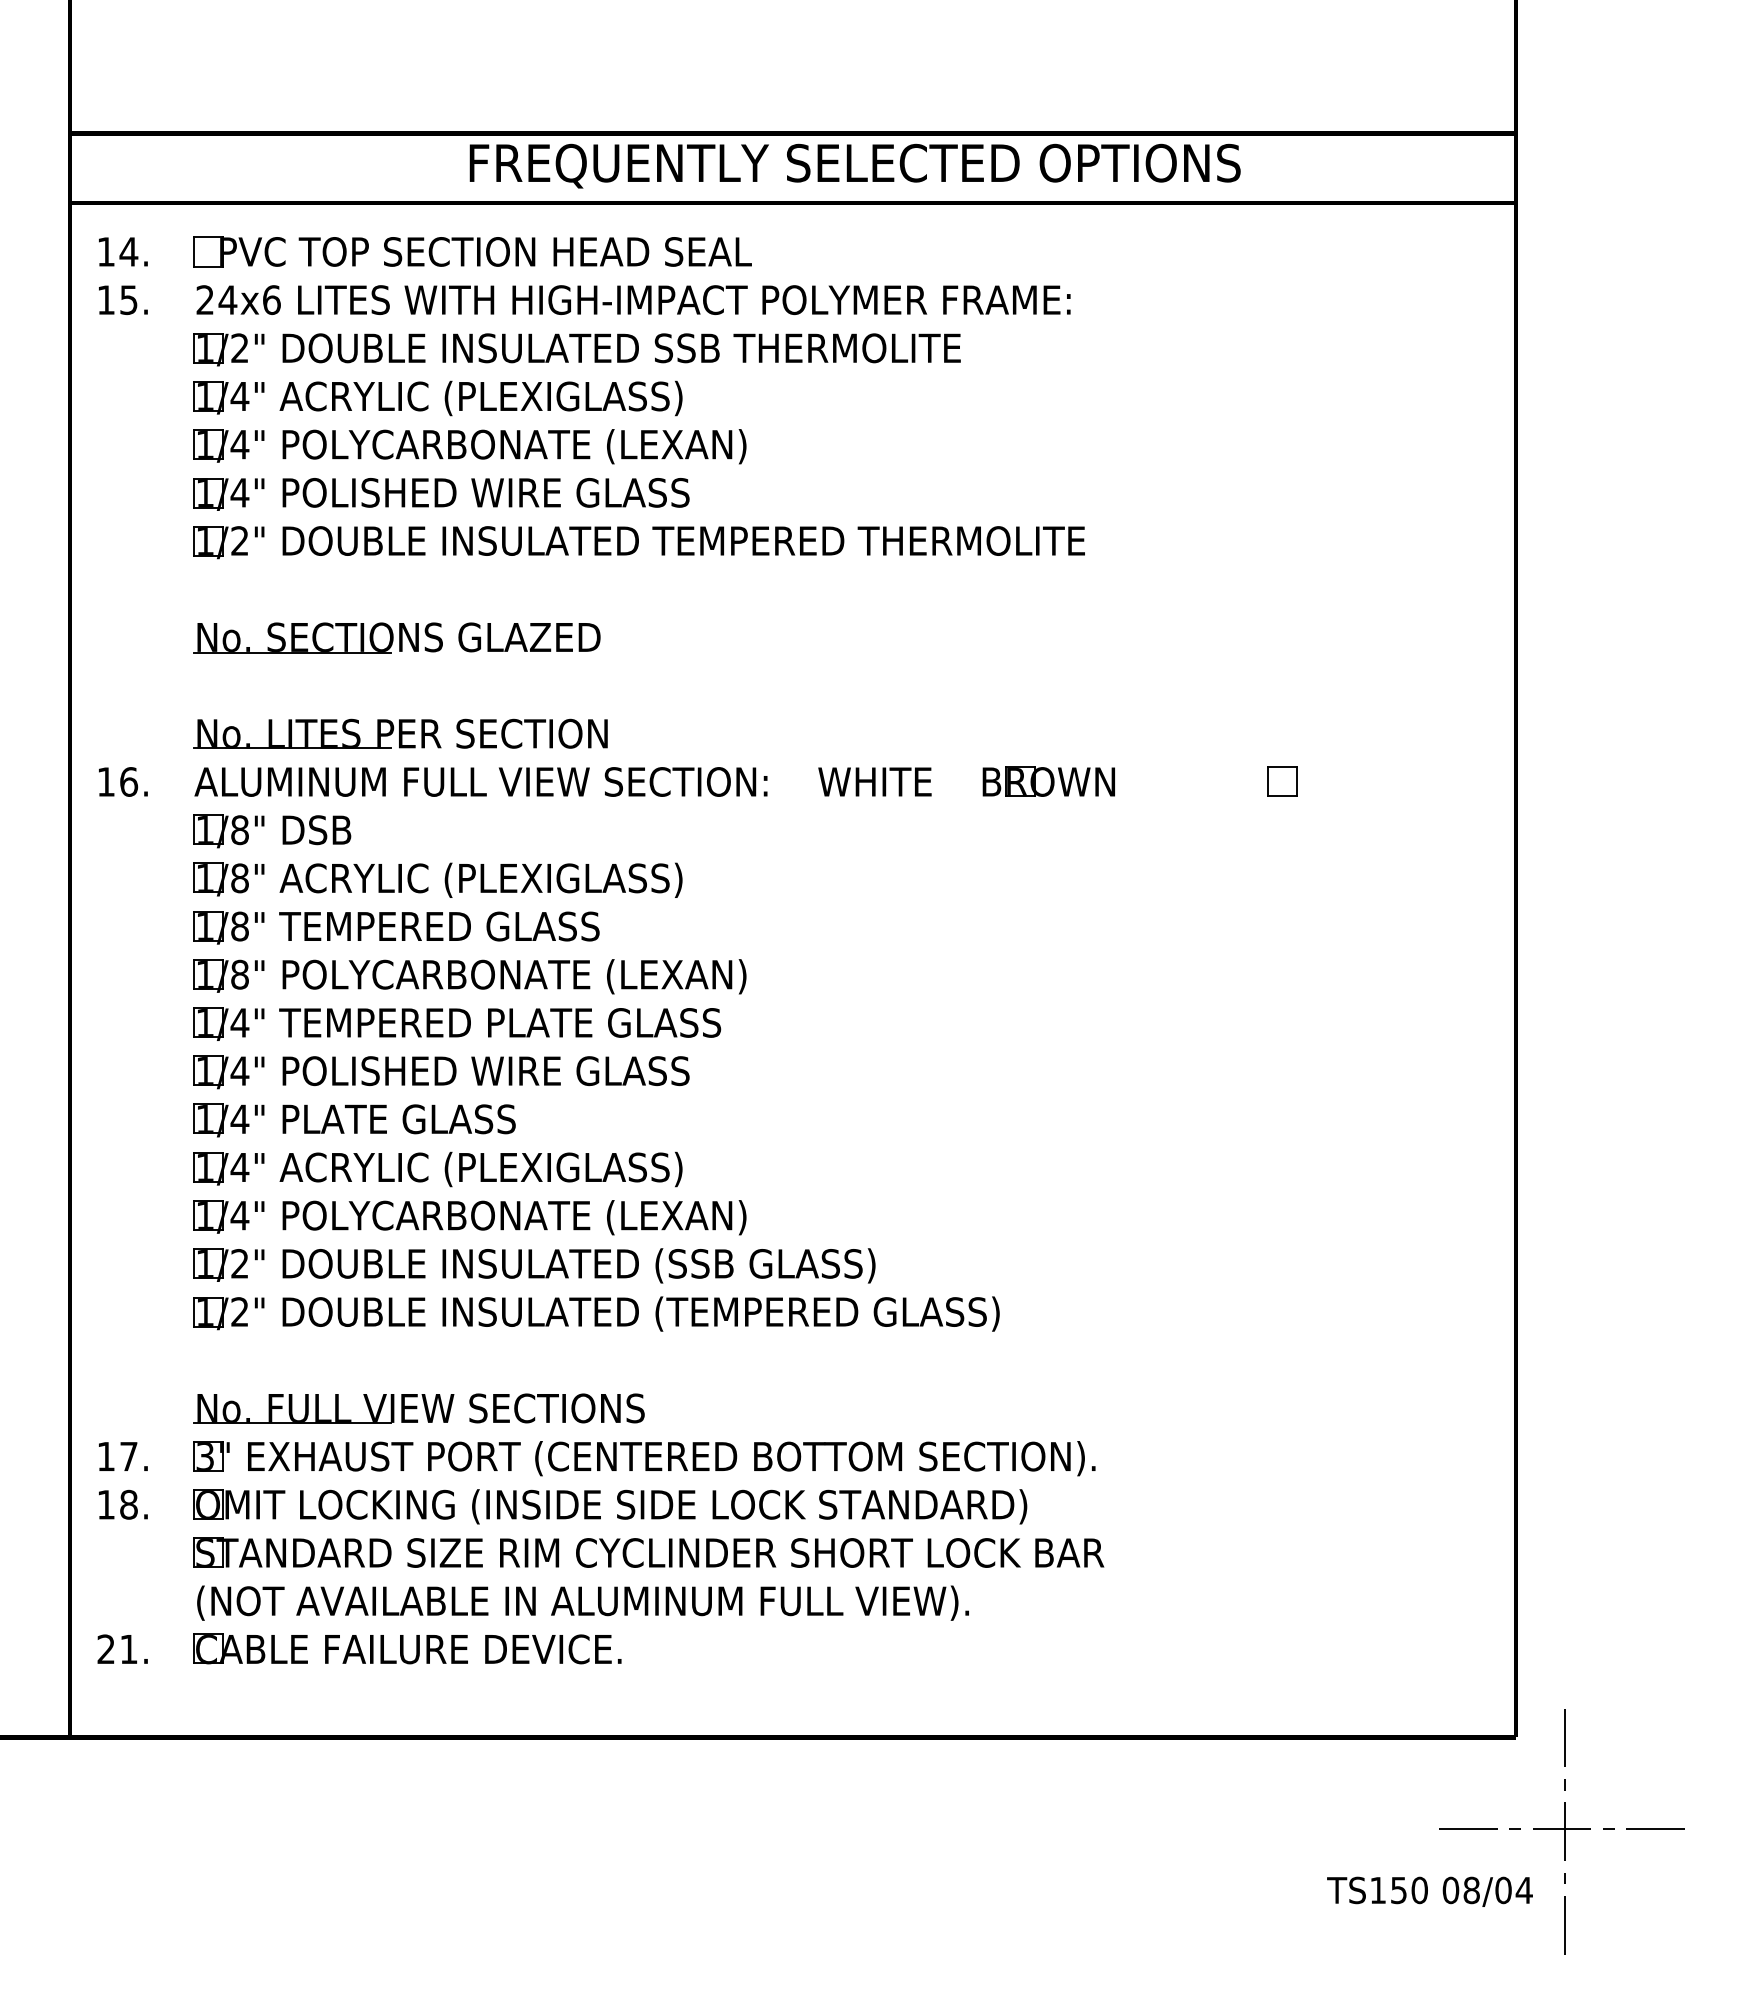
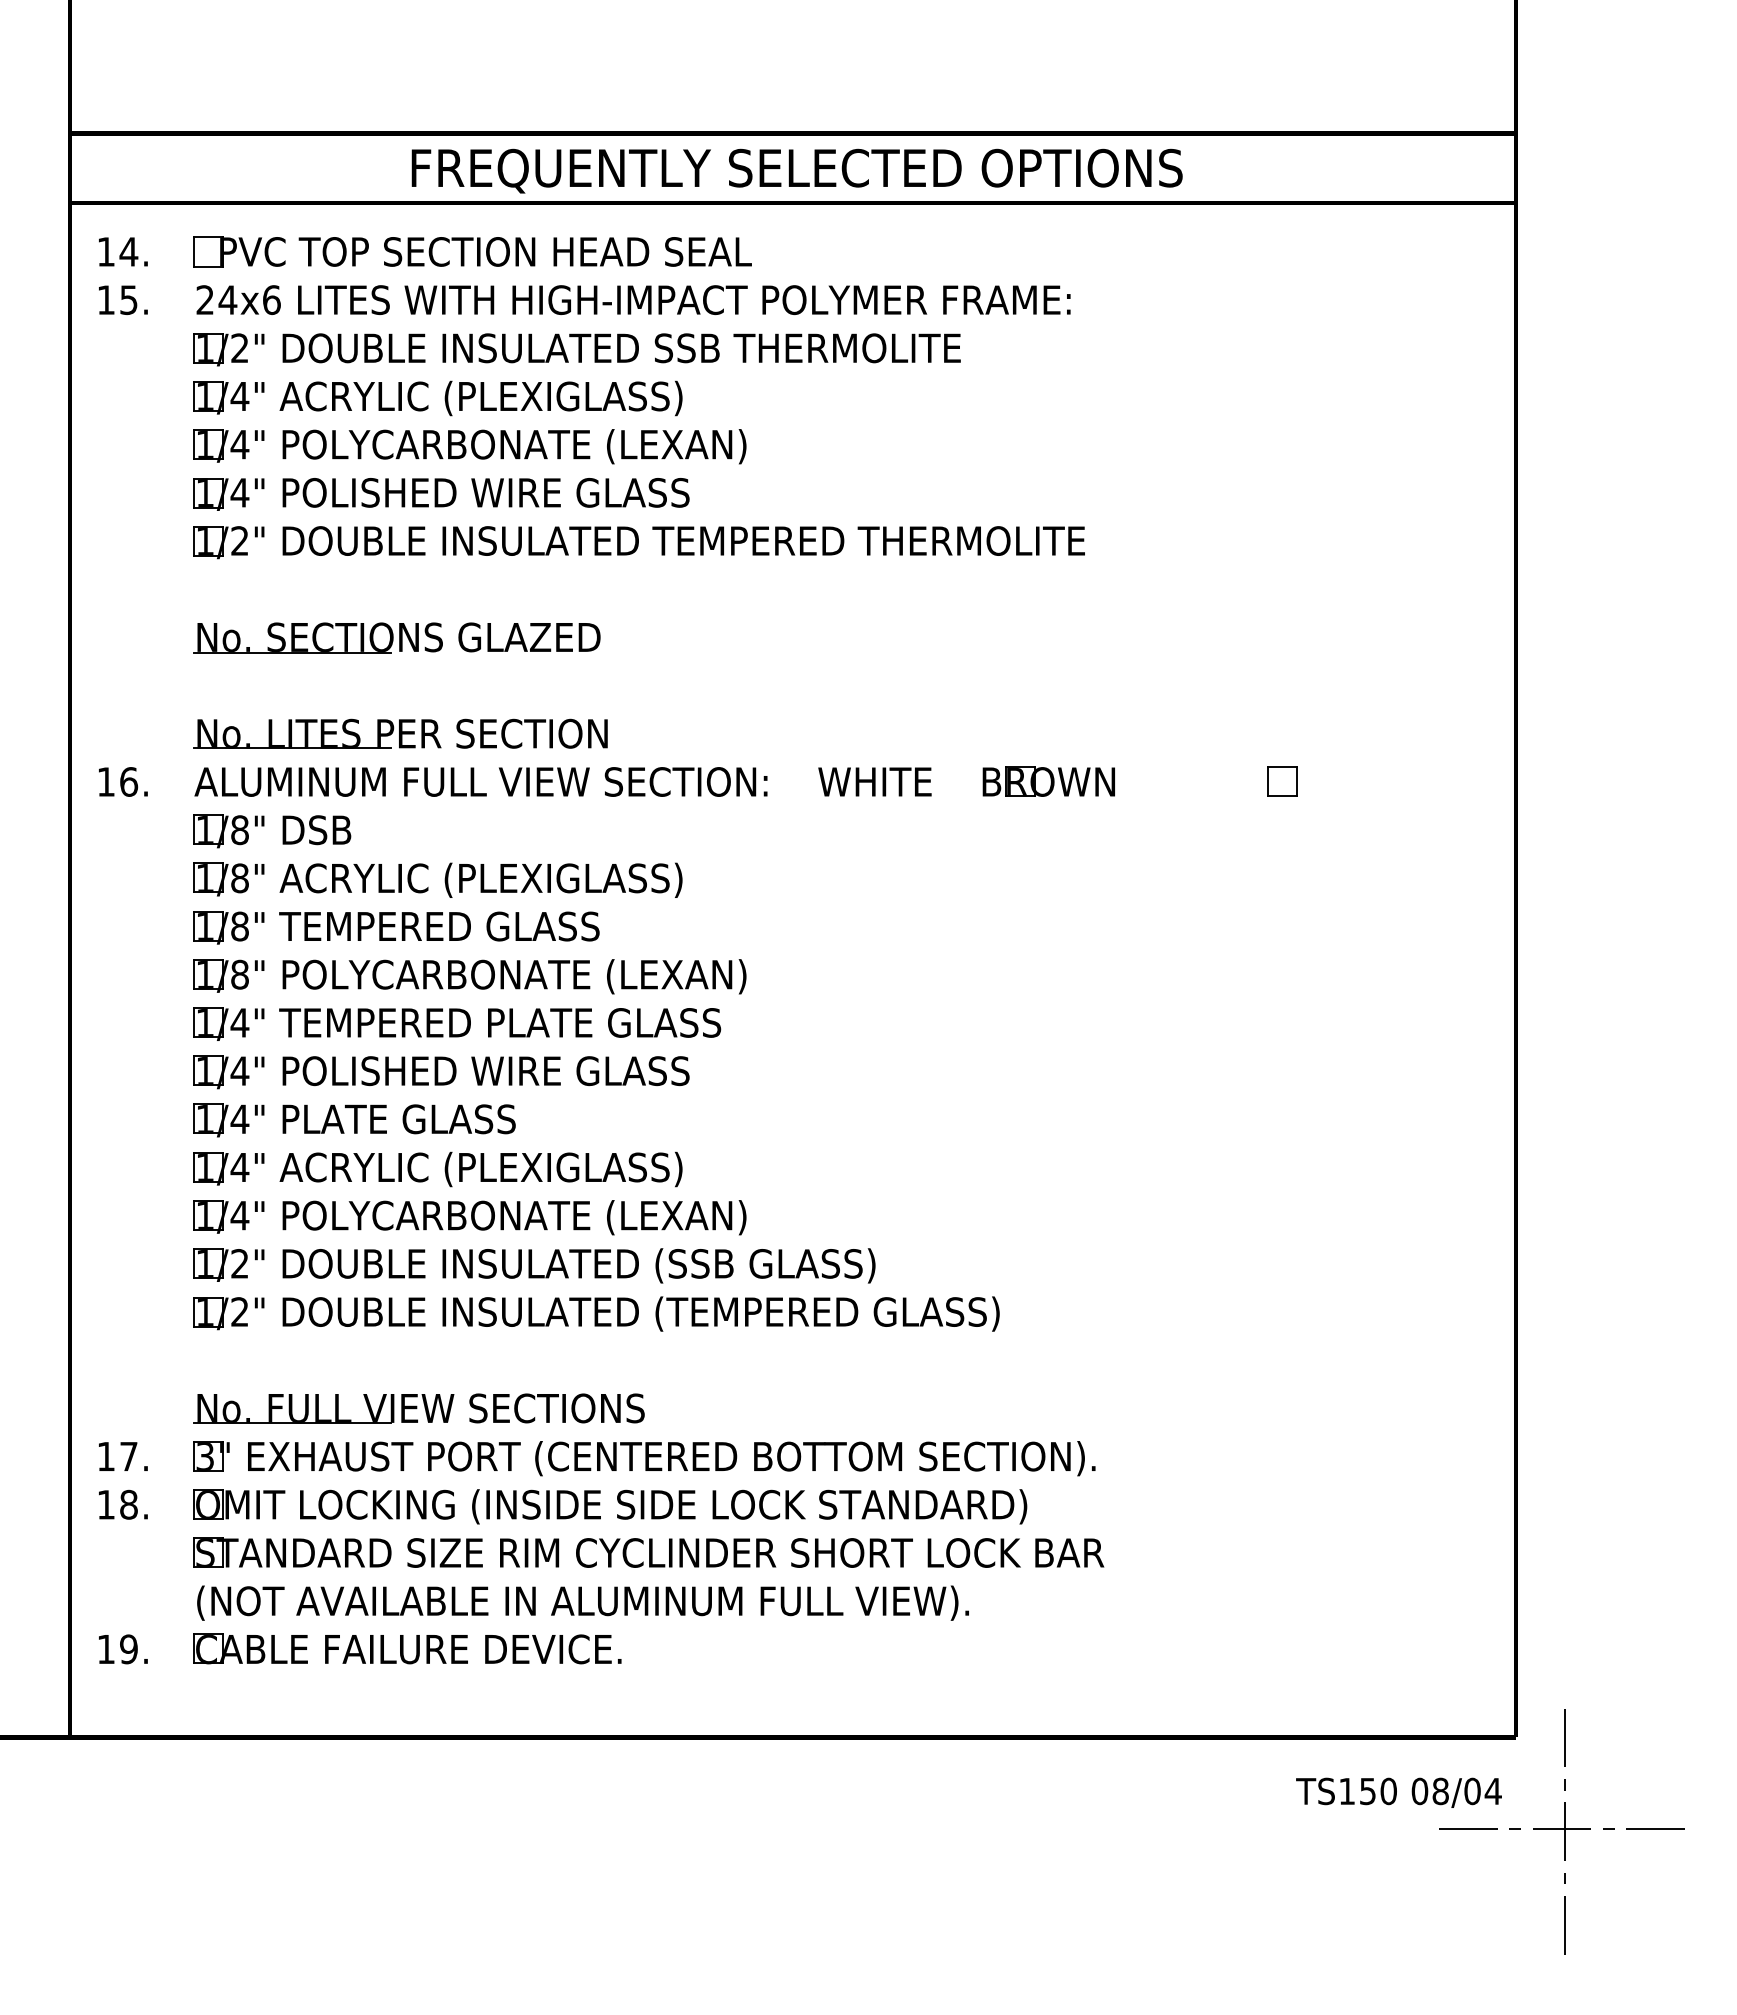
text at (854, 165) position: (854, 165) -> (796, 170)
text at (117, 1649): 21. -> 19.
text at (1429, 1891) position: (1429, 1891) -> (1398, 1792)
